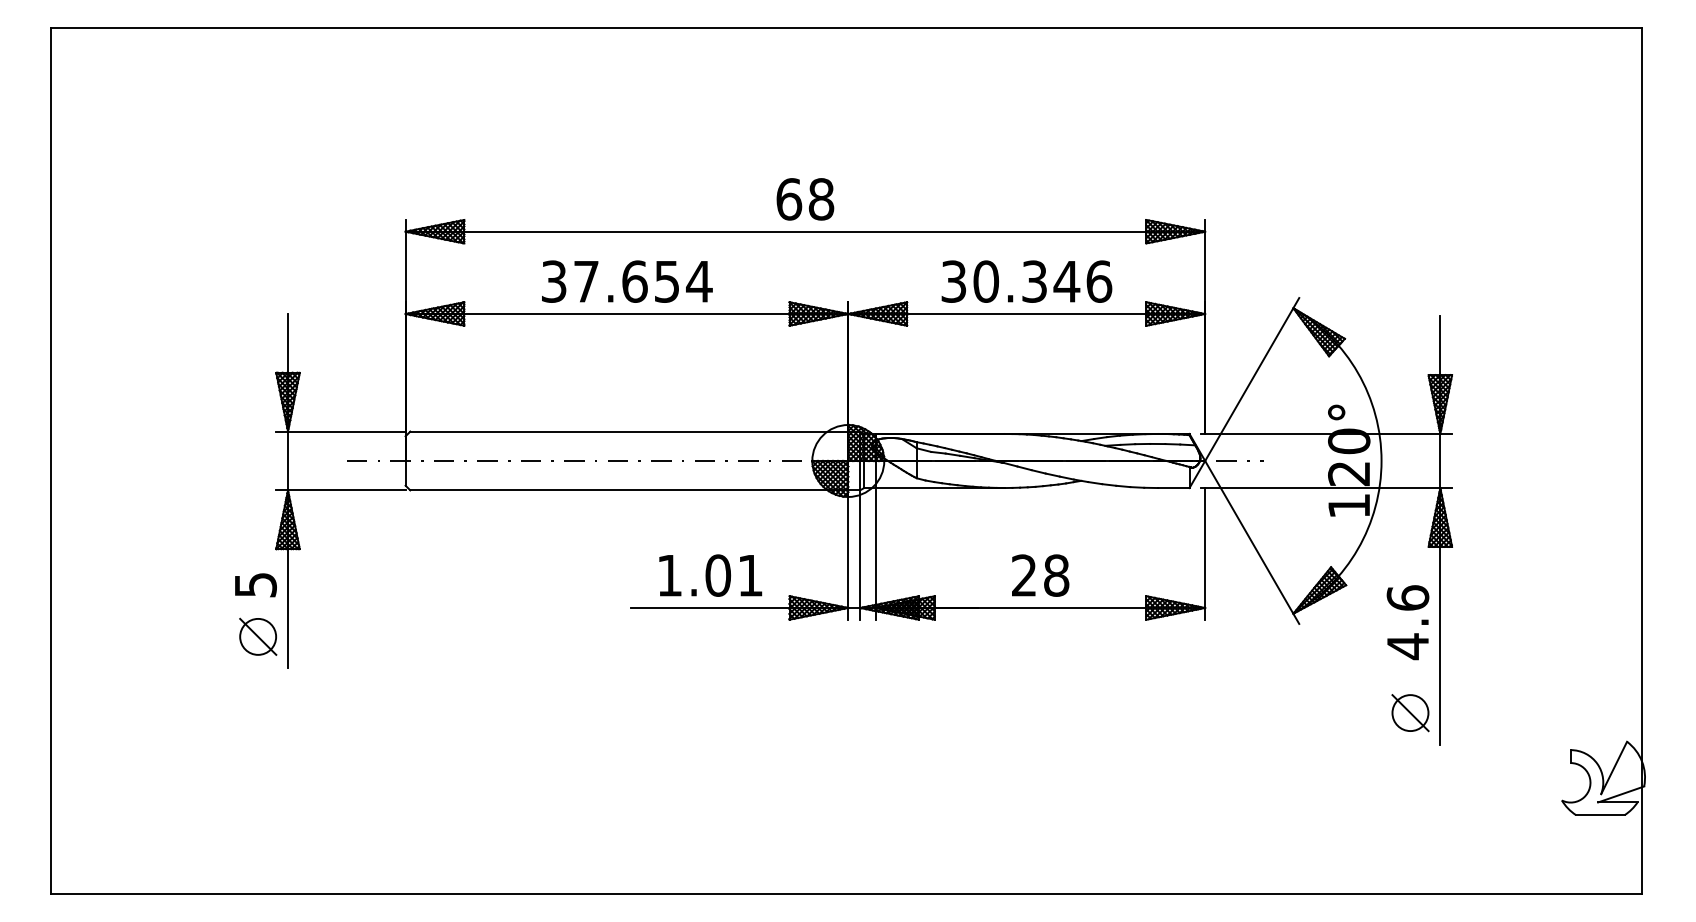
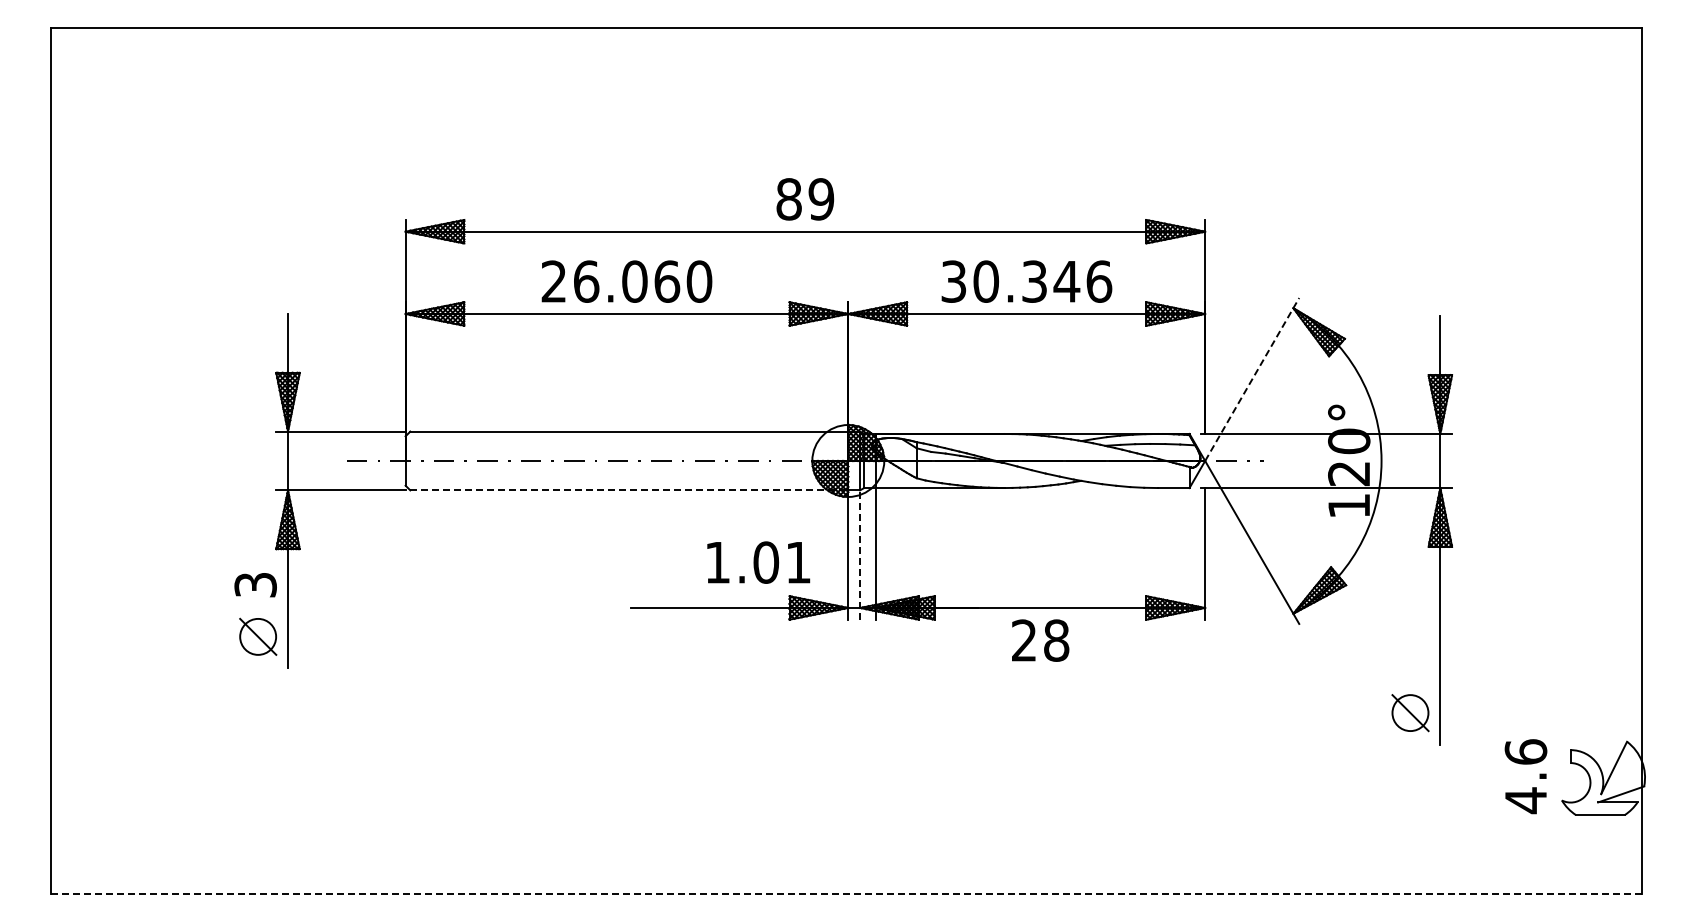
text at (805, 199): 68 -> 89
text at (626, 281): 37.654 -> 26.060
line at (1252, 379): solid -> dashed
line at (629, 490): solid -> dashed
line at (860, 555): solid -> dashed
text at (710, 575) position: (710, 575) -> (758, 562)
text at (1040, 575) position: (1040, 575) -> (1040, 640)
text at (255, 584): 5 -> 3
text at (1407, 622) position: (1407, 622) -> (1525, 776)
line at (846, 894): solid -> dashed
